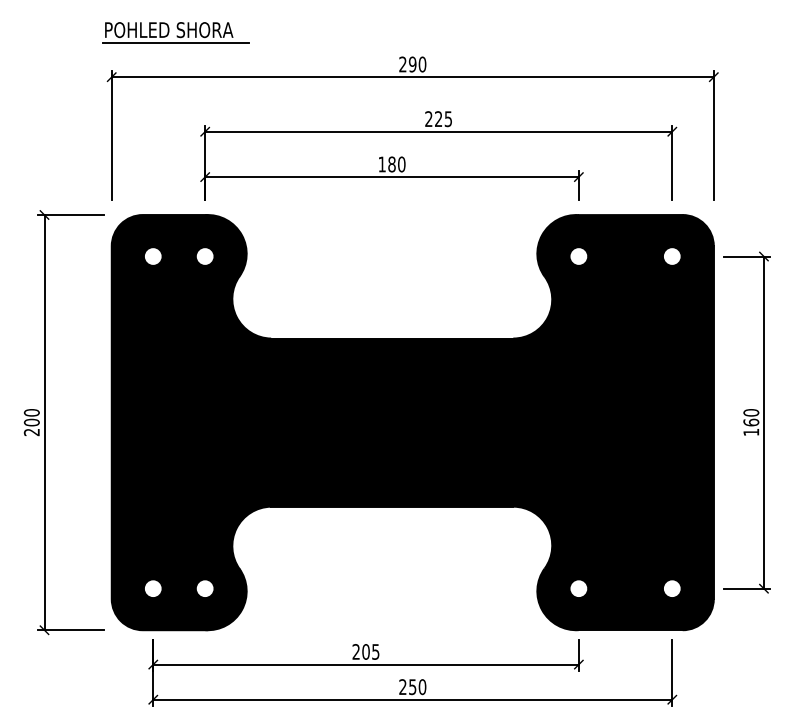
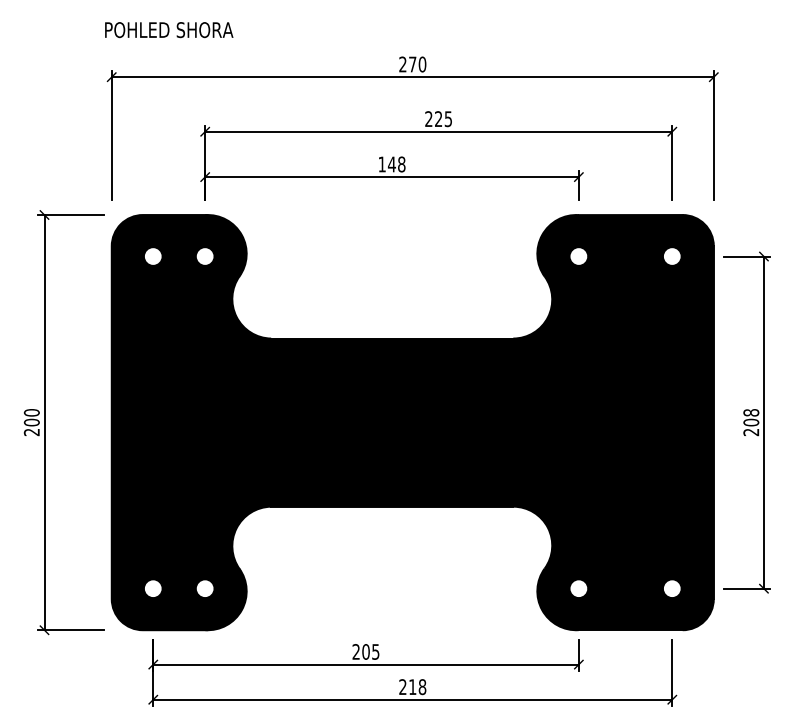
line at (175, 43): present -> none
text at (412, 64): 290 -> 270
text at (396, 164): 180 -> 148
text at (750, 422): 160 -> 208
text at (417, 687): 250 -> 218
